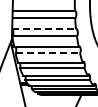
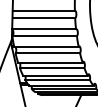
line at (44, 29): dashed -> solid
line at (48, 53): dashed -> solid
